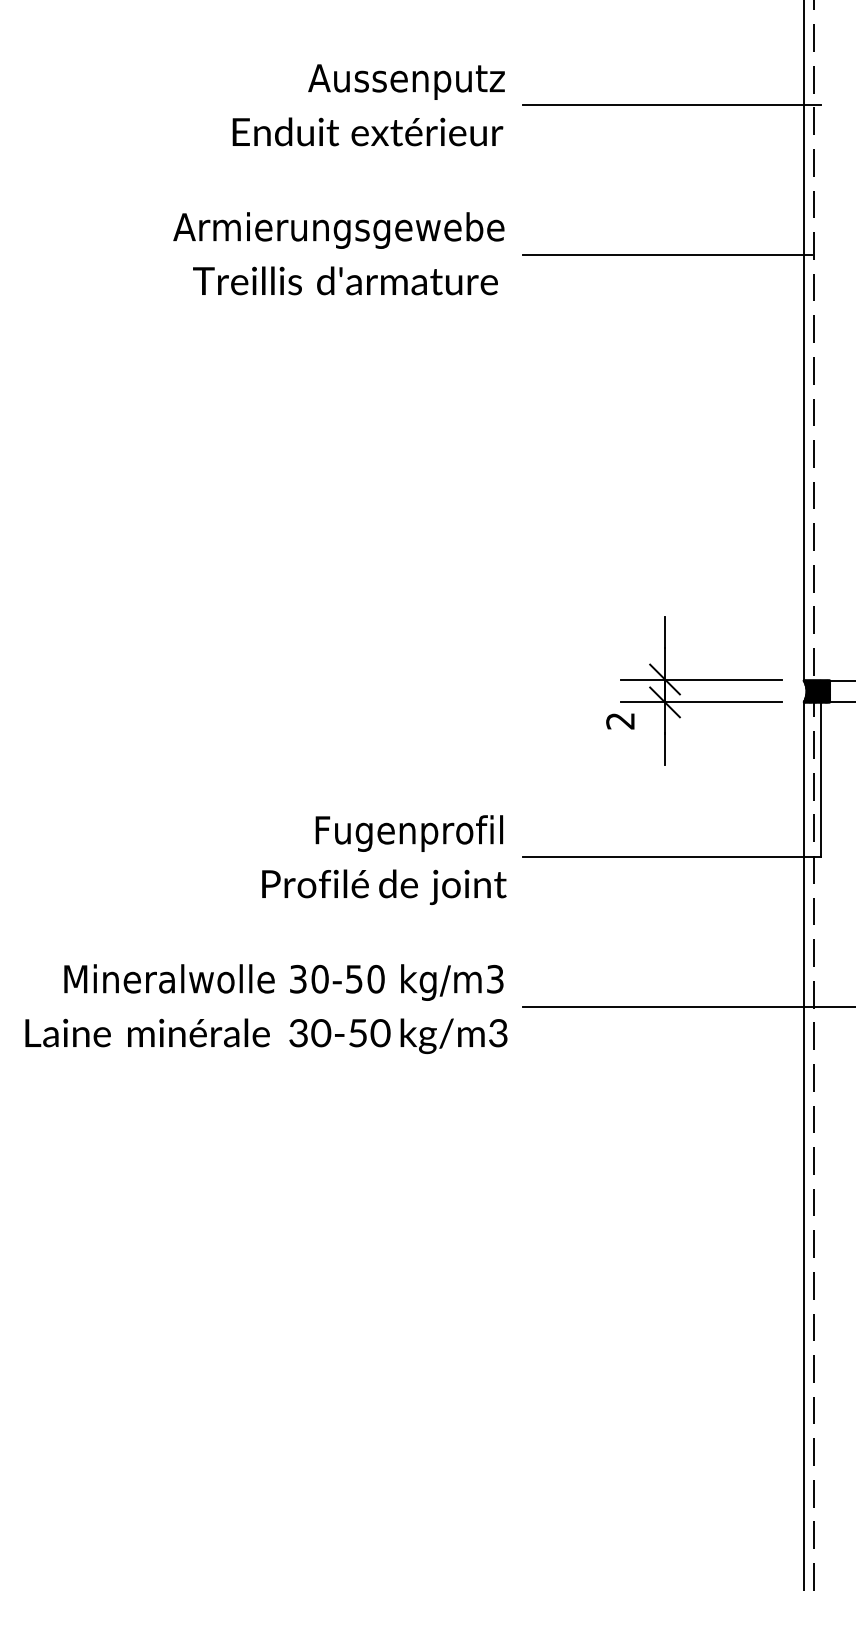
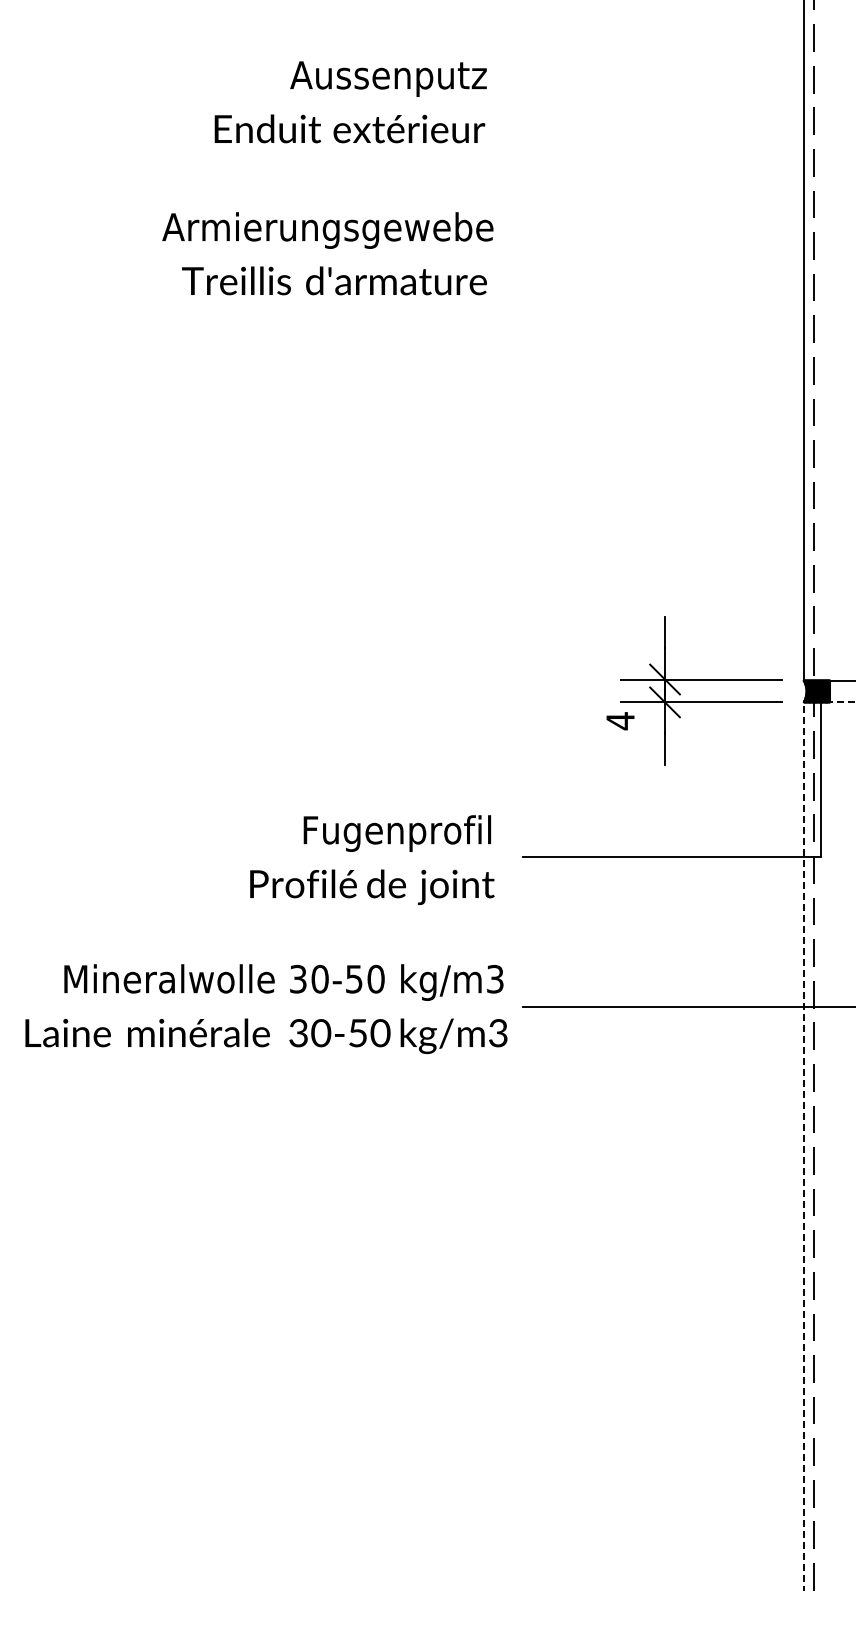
line at (671, 104): present -> none
text at (368, 105) position: (368, 105) -> (350, 102)
text at (338, 253) position: (338, 253) -> (327, 253)
line at (667, 255): present -> none
text at (620, 721): 2 -> 4
text at (384, 859) position: (384, 859) -> (372, 859)
line at (803, 1119): solid -> dashed
